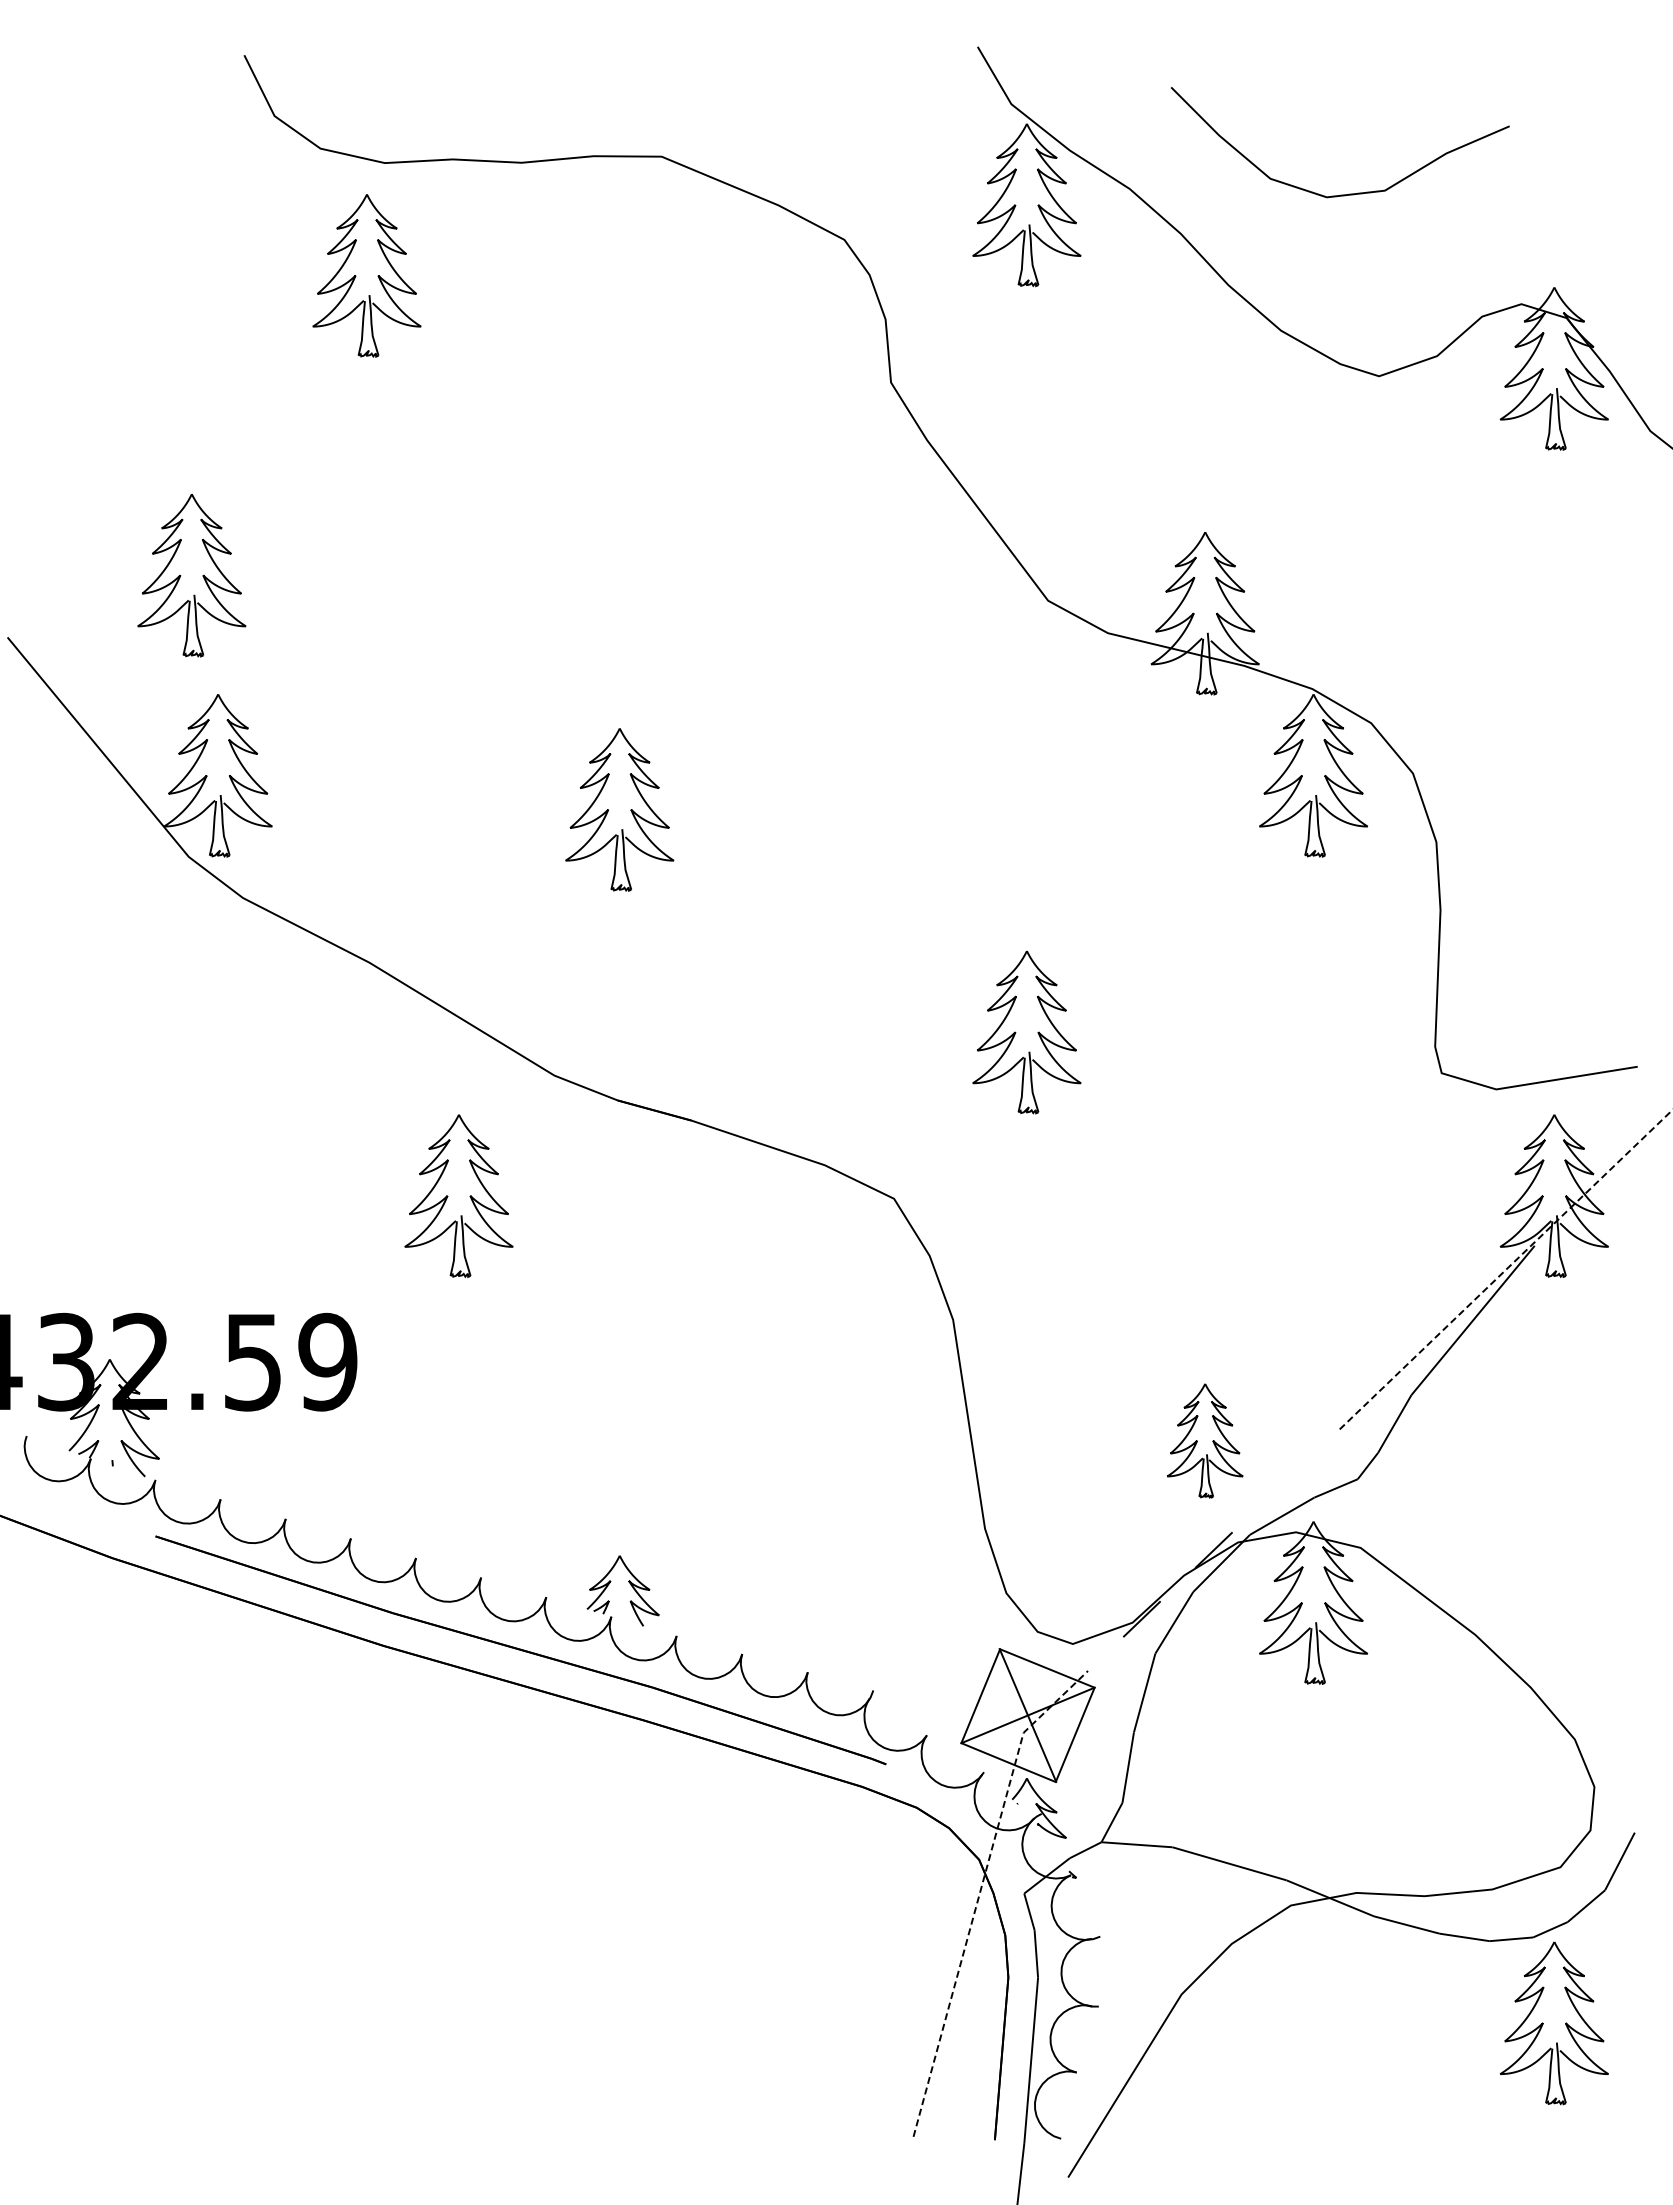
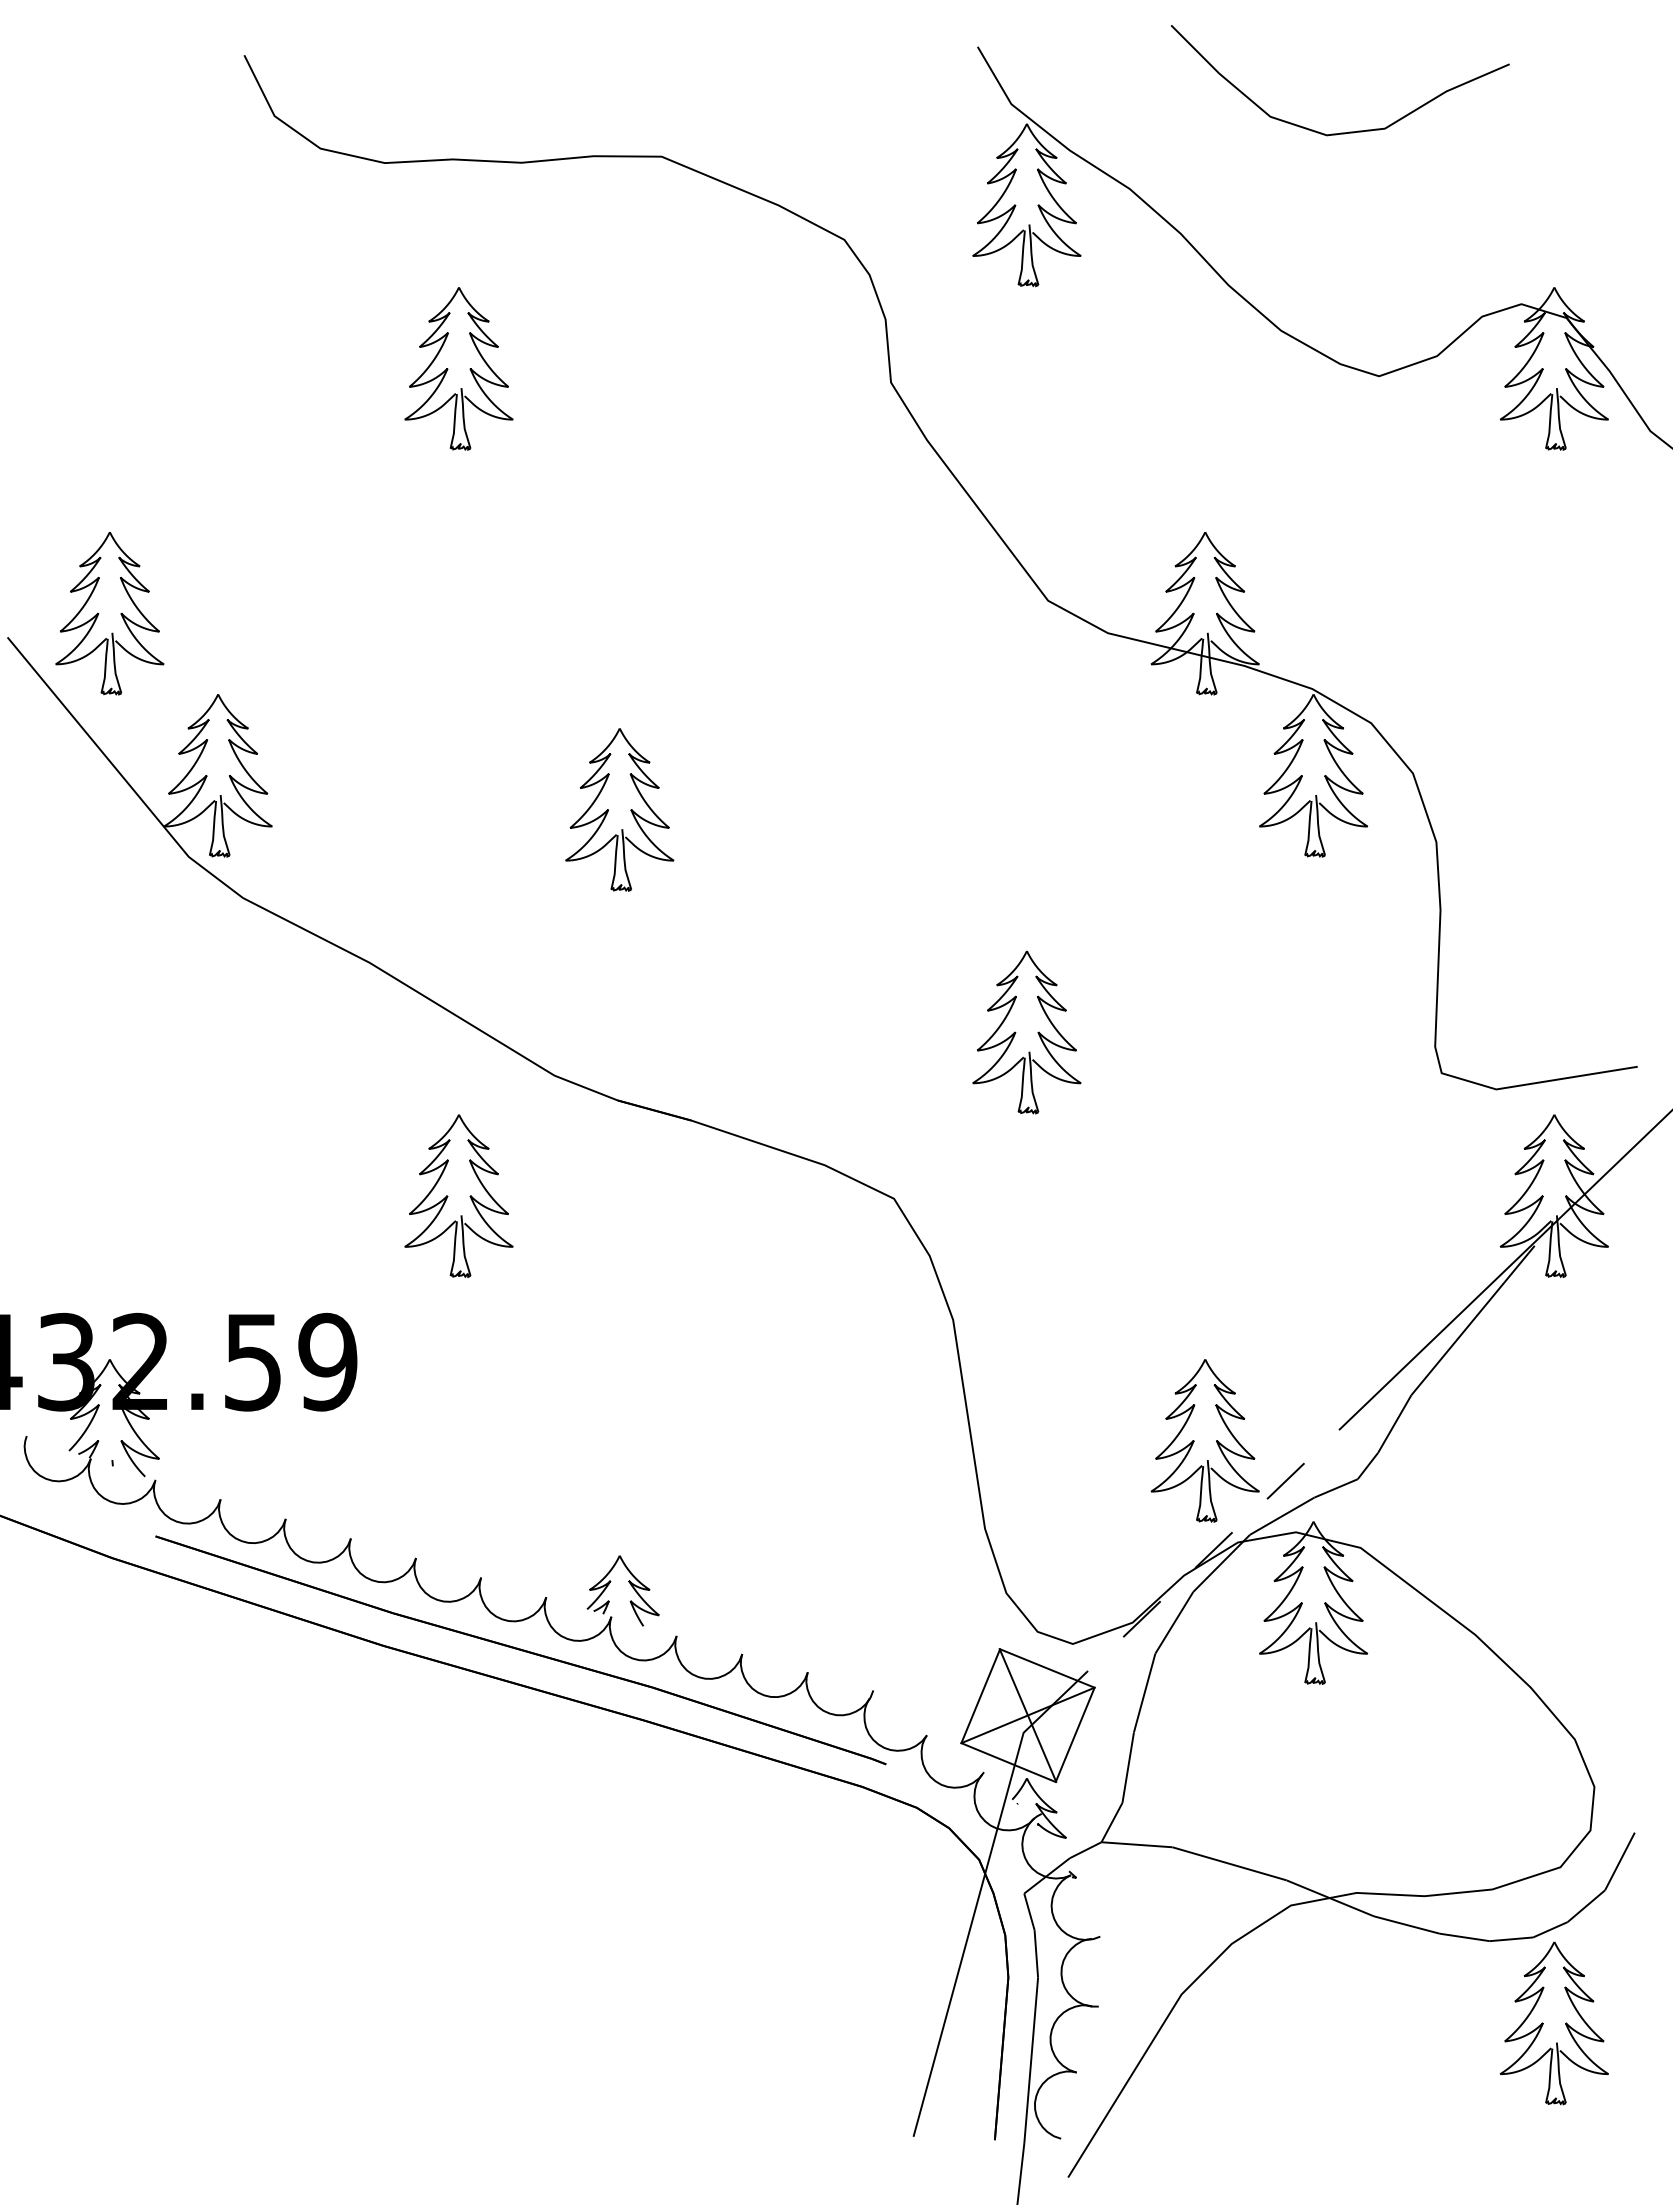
curve at (1349, 193) position: (1349, 193) -> (1349, 131)
part at (366, 275) position: (366, 275) -> (458, 368)
part at (191, 575) position: (191, 575) -> (109, 613)
line at (1506, 1269): dashed -> solid
part at (1205, 1440) size: 77x116 px -> 110x164 px
line at (1285, 1480): none -> present
line at (980, 1890): dashed -> solid
